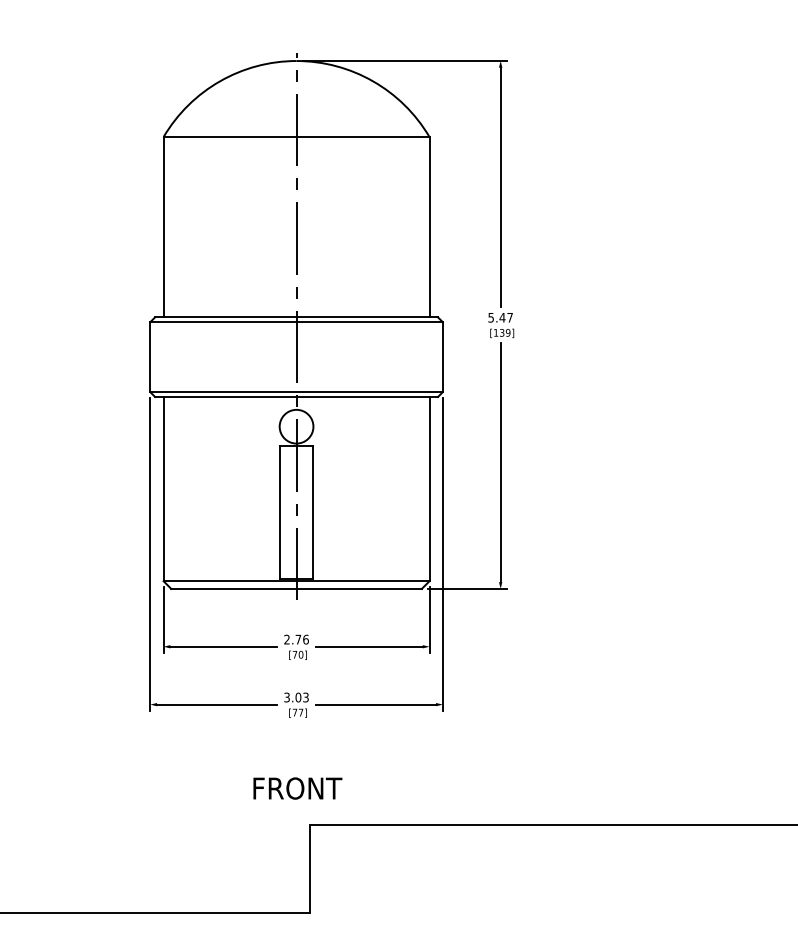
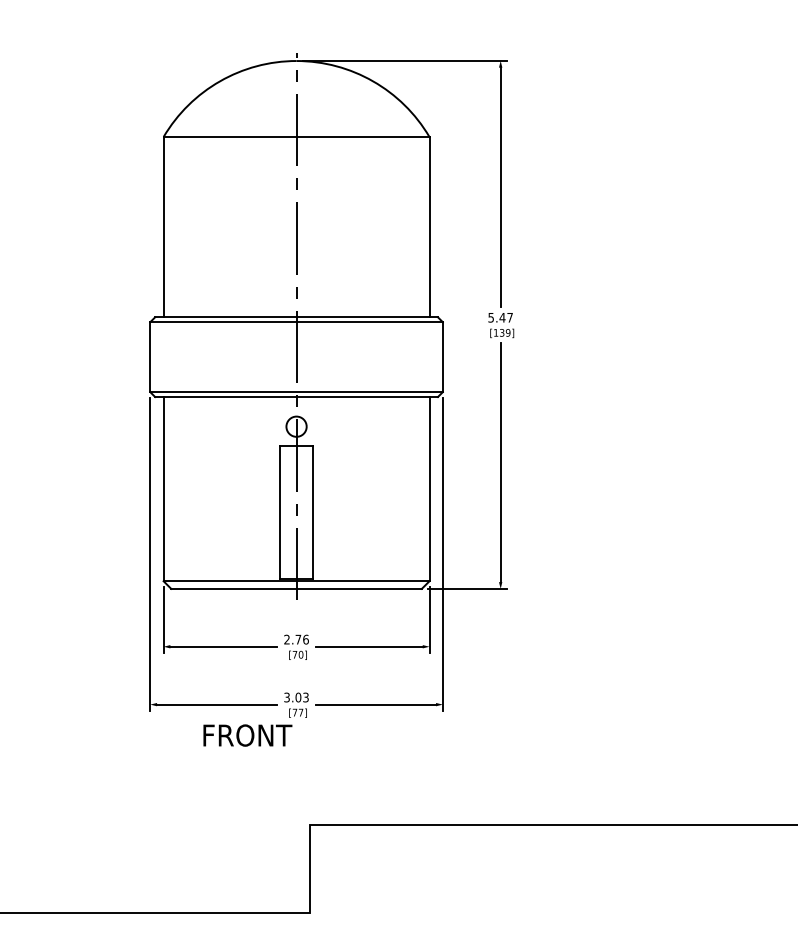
circle at (296, 426) diameter: 34 px -> 20 px
text at (297, 788) position: (297, 788) -> (247, 735)
